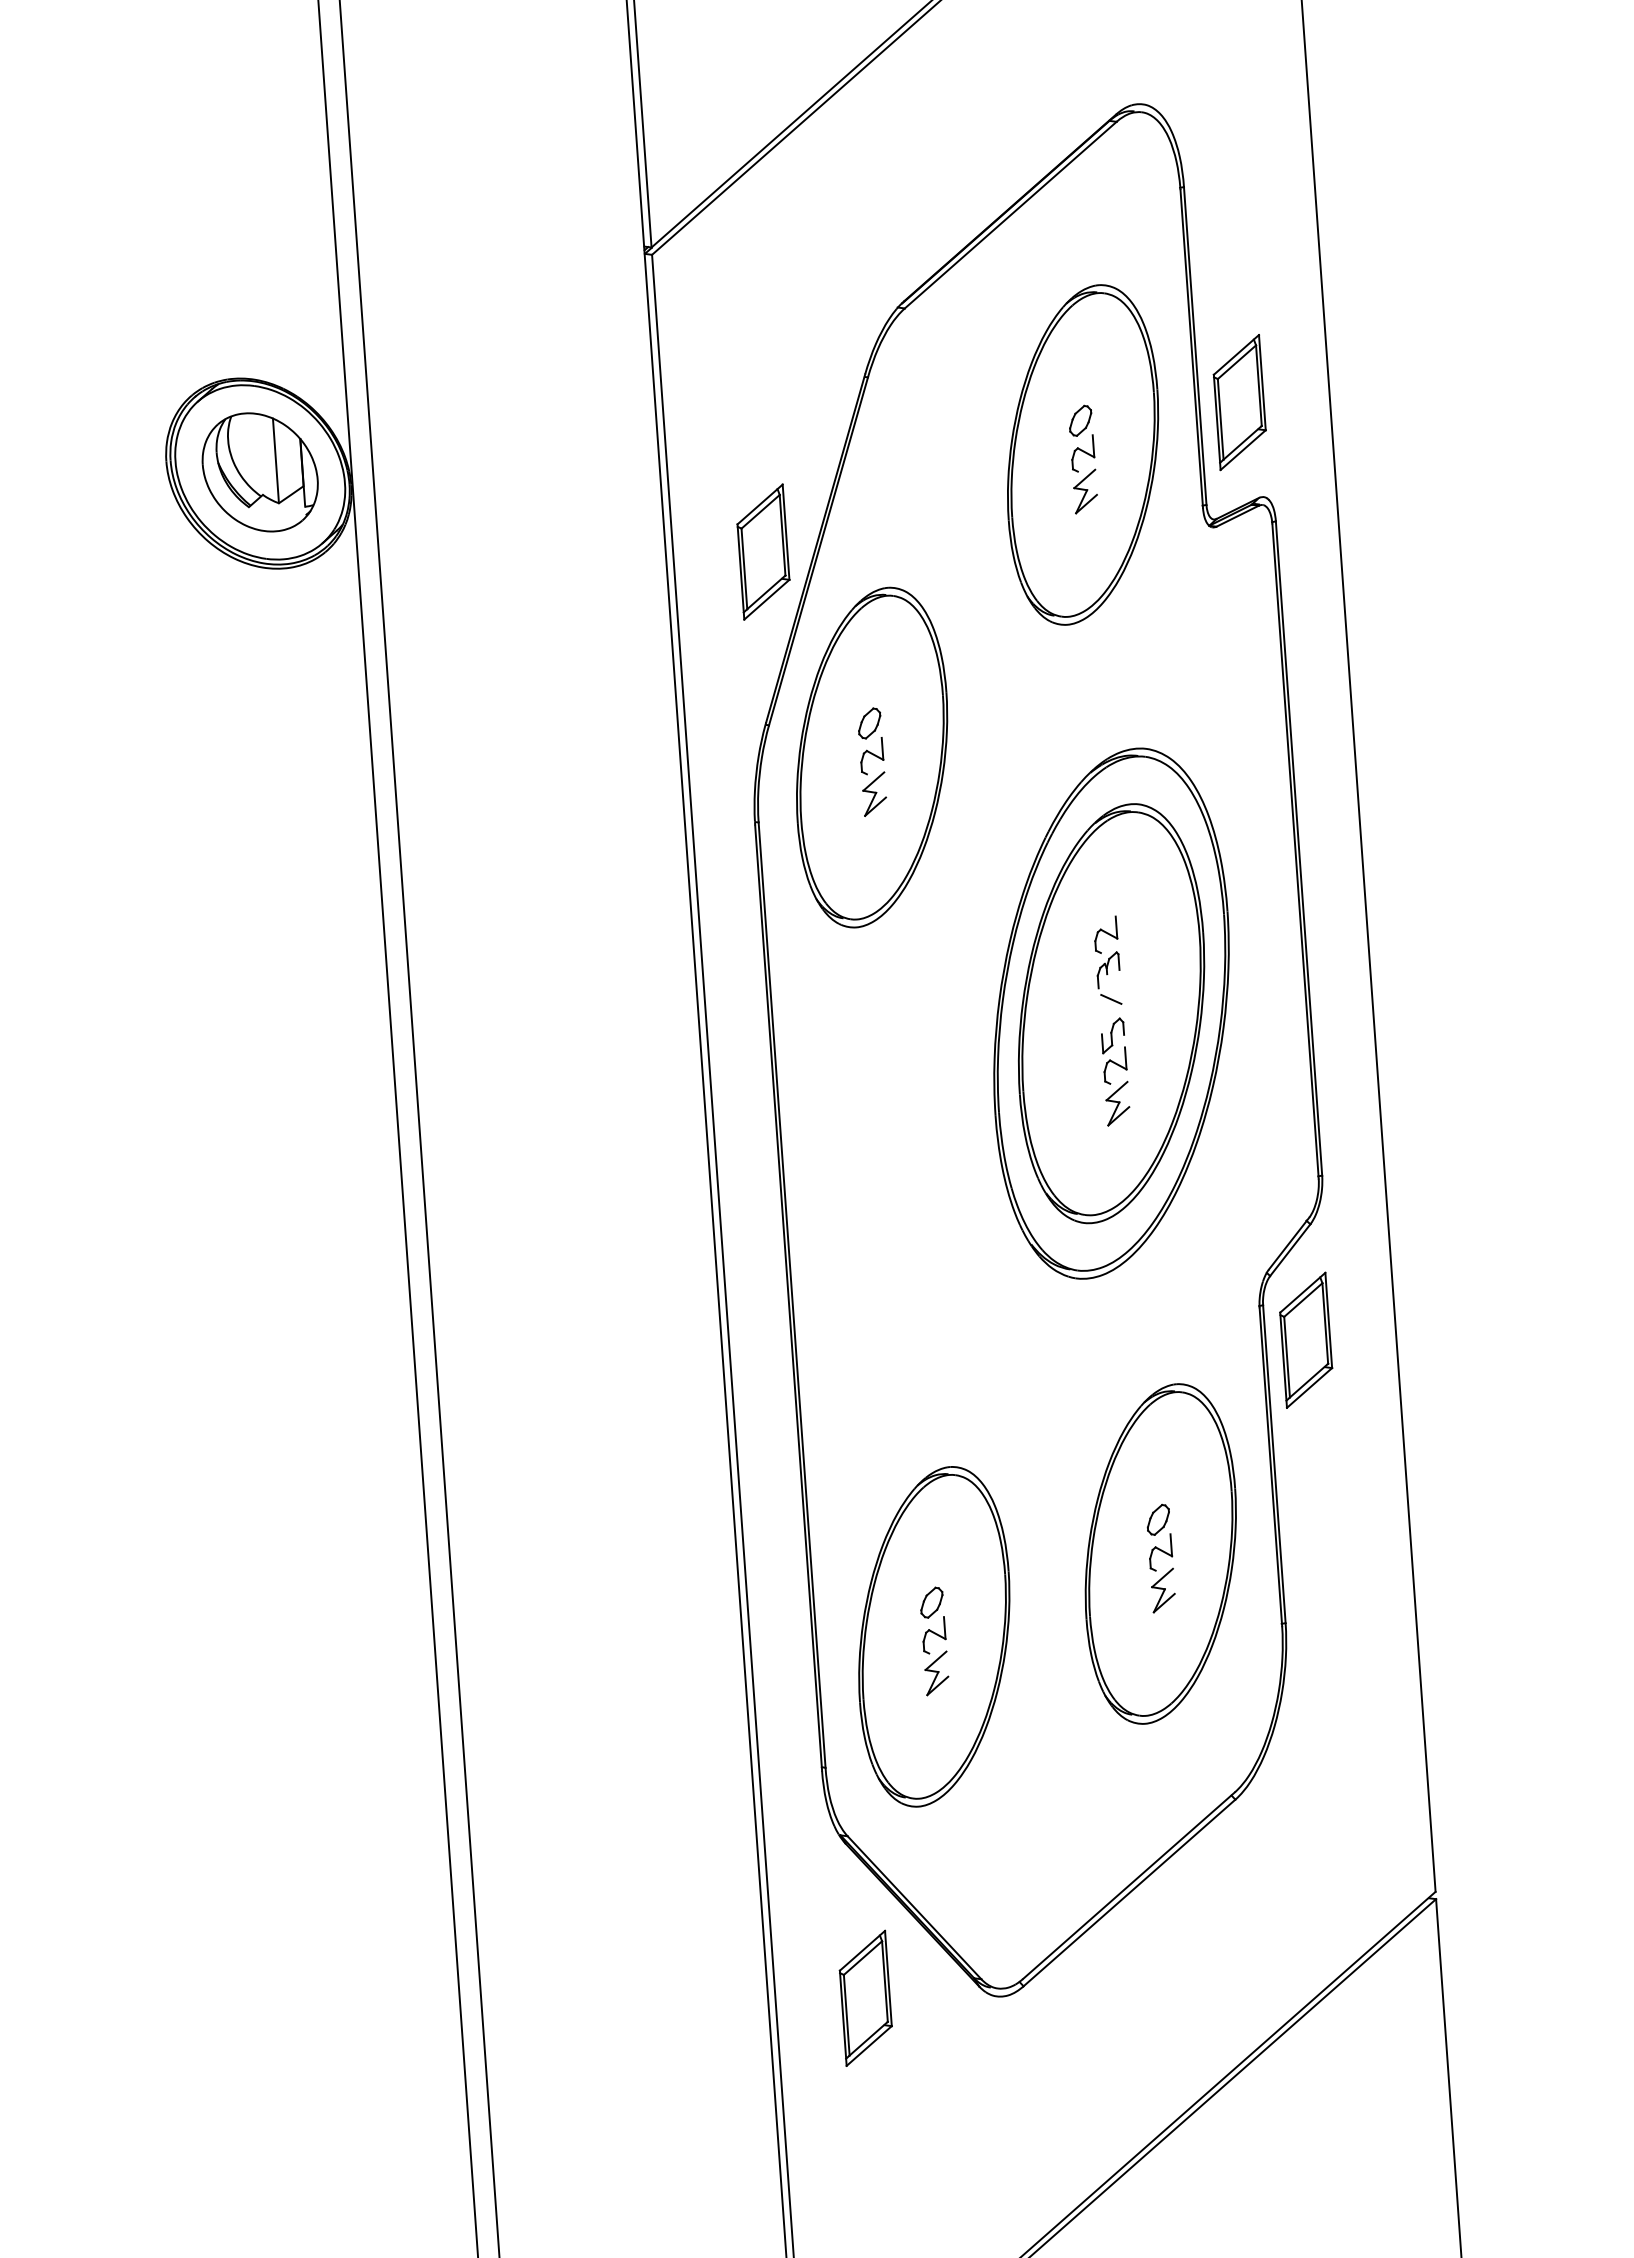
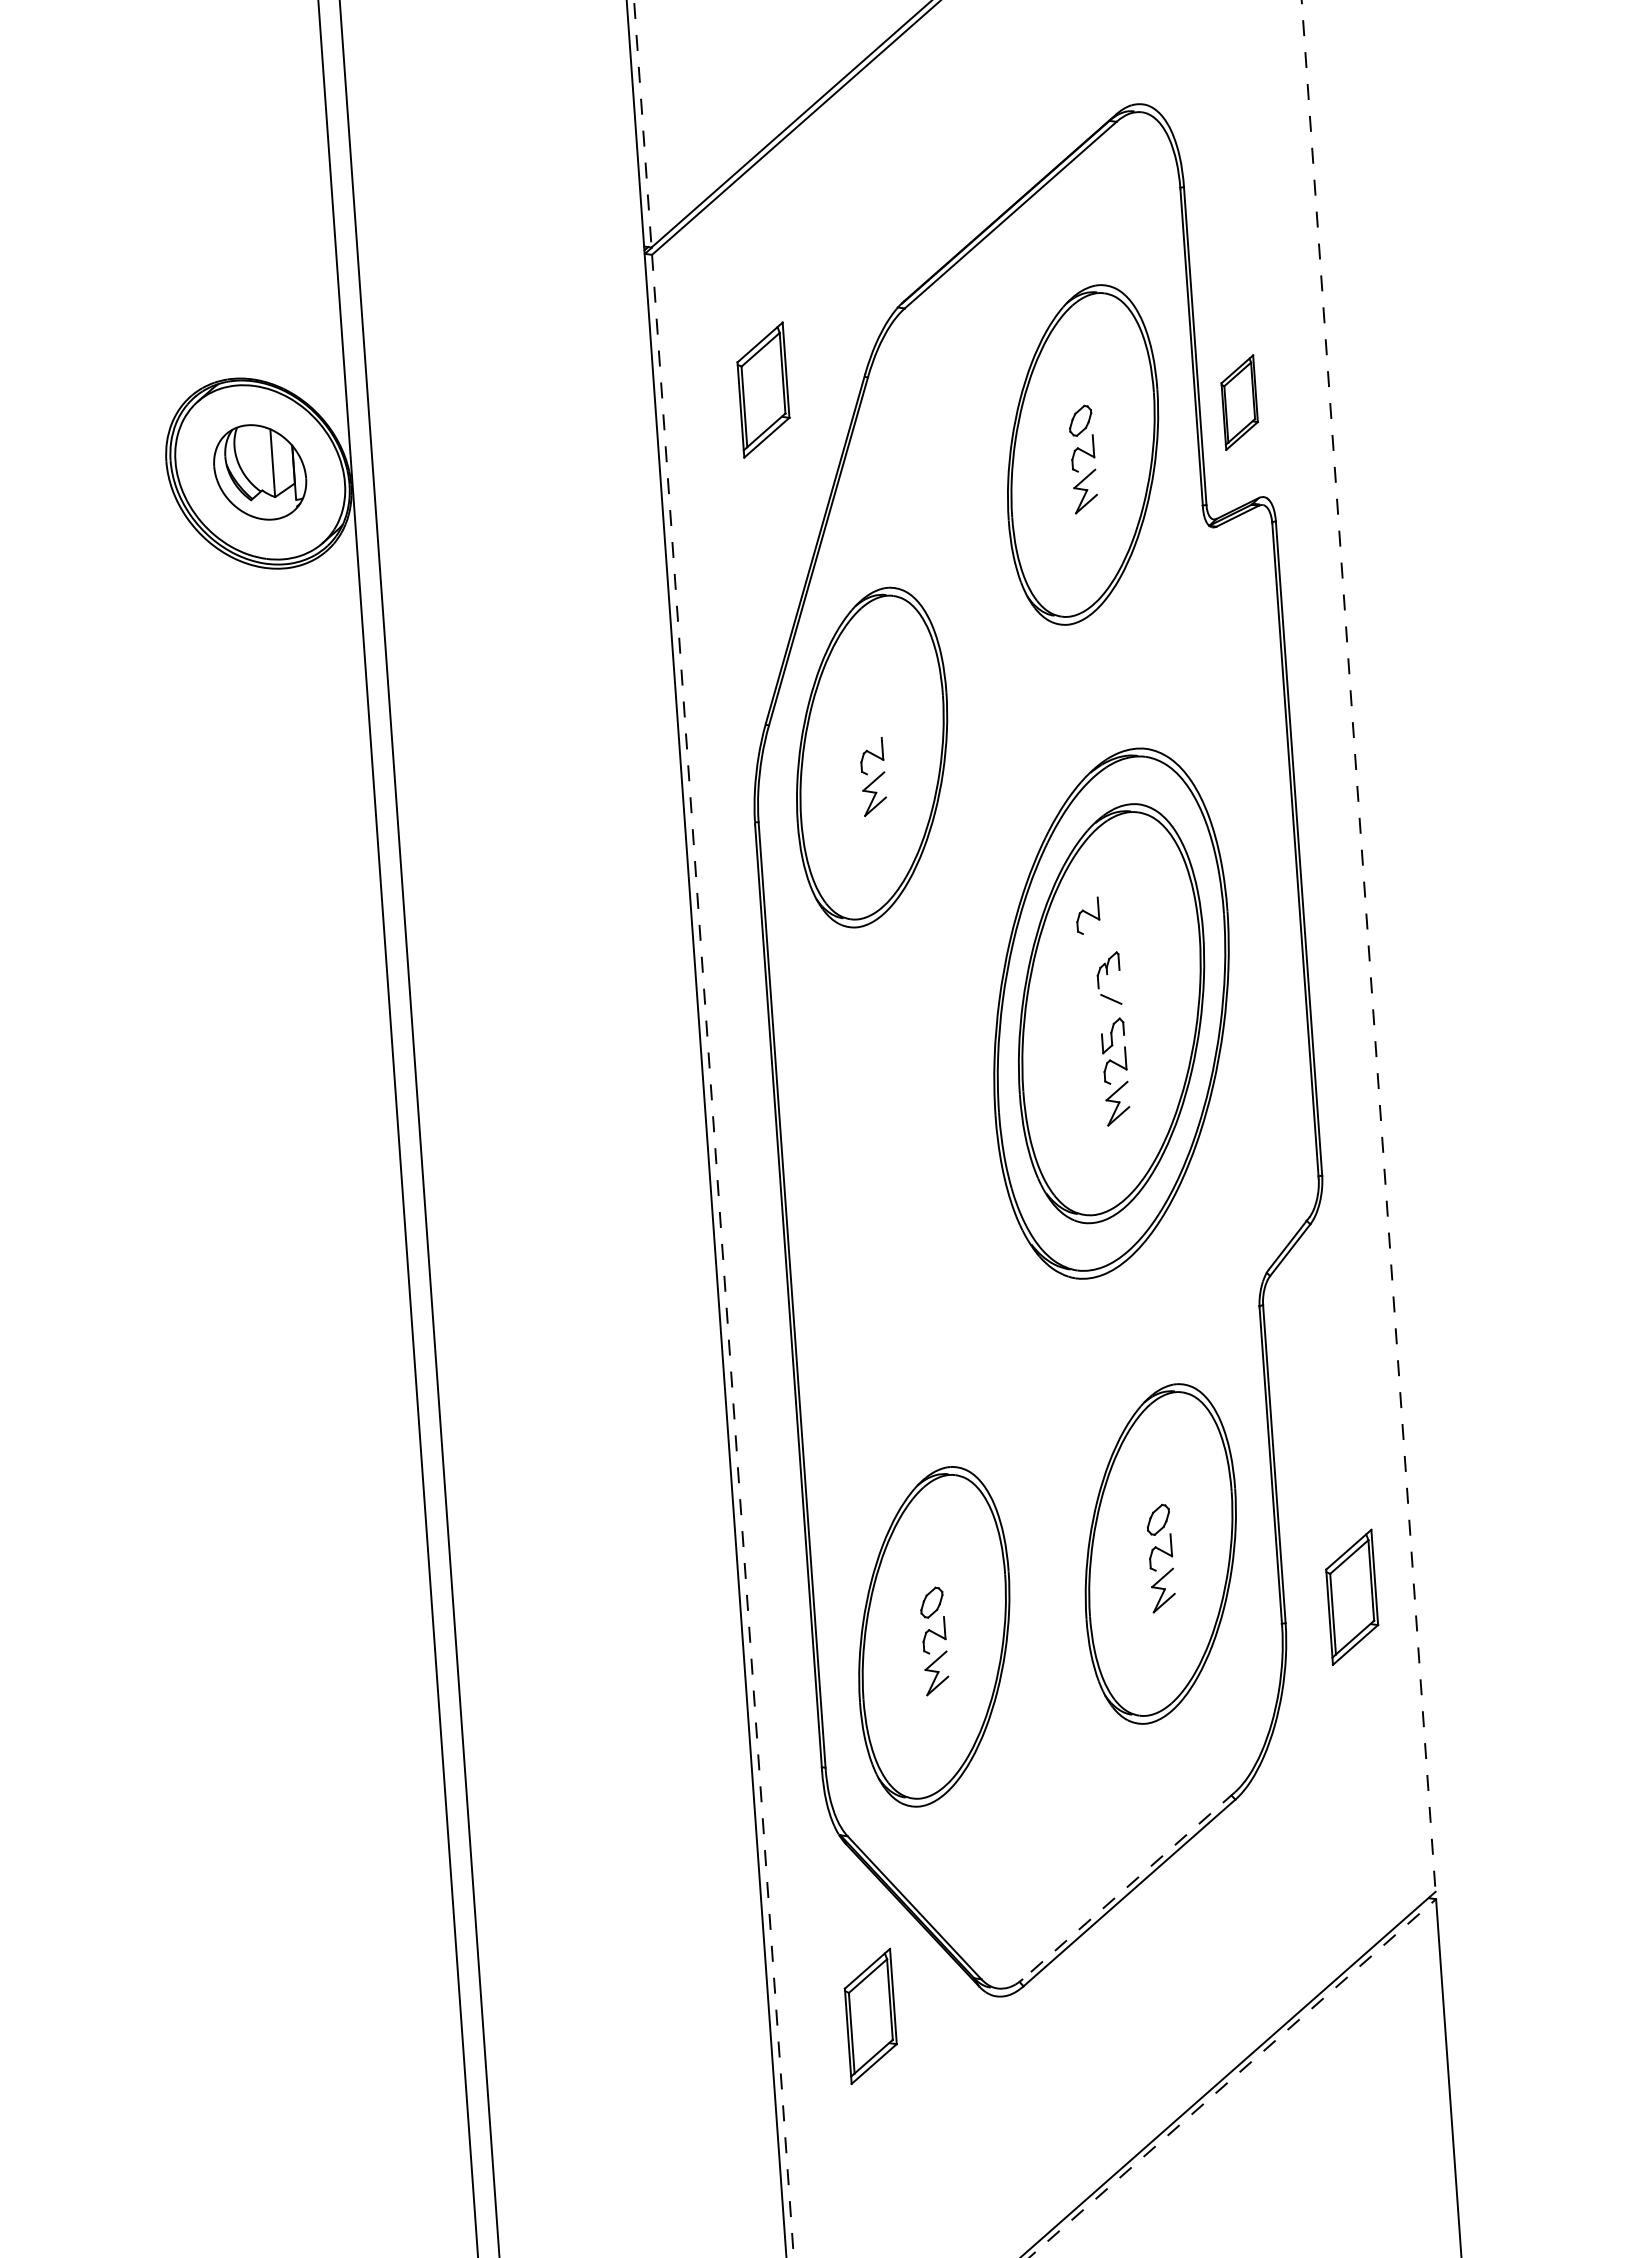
line at (642, 123): solid -> dashed
part at (1239, 402) size: 55x138 px -> 39x97 px
part at (259, 472) size: 118x121 px -> 95x97 px
part at (763, 551) position: (763, 551) -> (763, 389)
part at (869, 723): present -> none
part at (1106, 934) position: (1106, 934) -> (1088, 915)
line at (1368, 946): solid -> dashed
line at (722, 1255): solid -> dashed
part at (1306, 1339) position: (1306, 1339) -> (1352, 1596)
line at (1128, 1885): solid -> dashed
part at (865, 1997) position: (865, 1997) -> (870, 2015)
line at (1232, 2078): solid -> dashed
